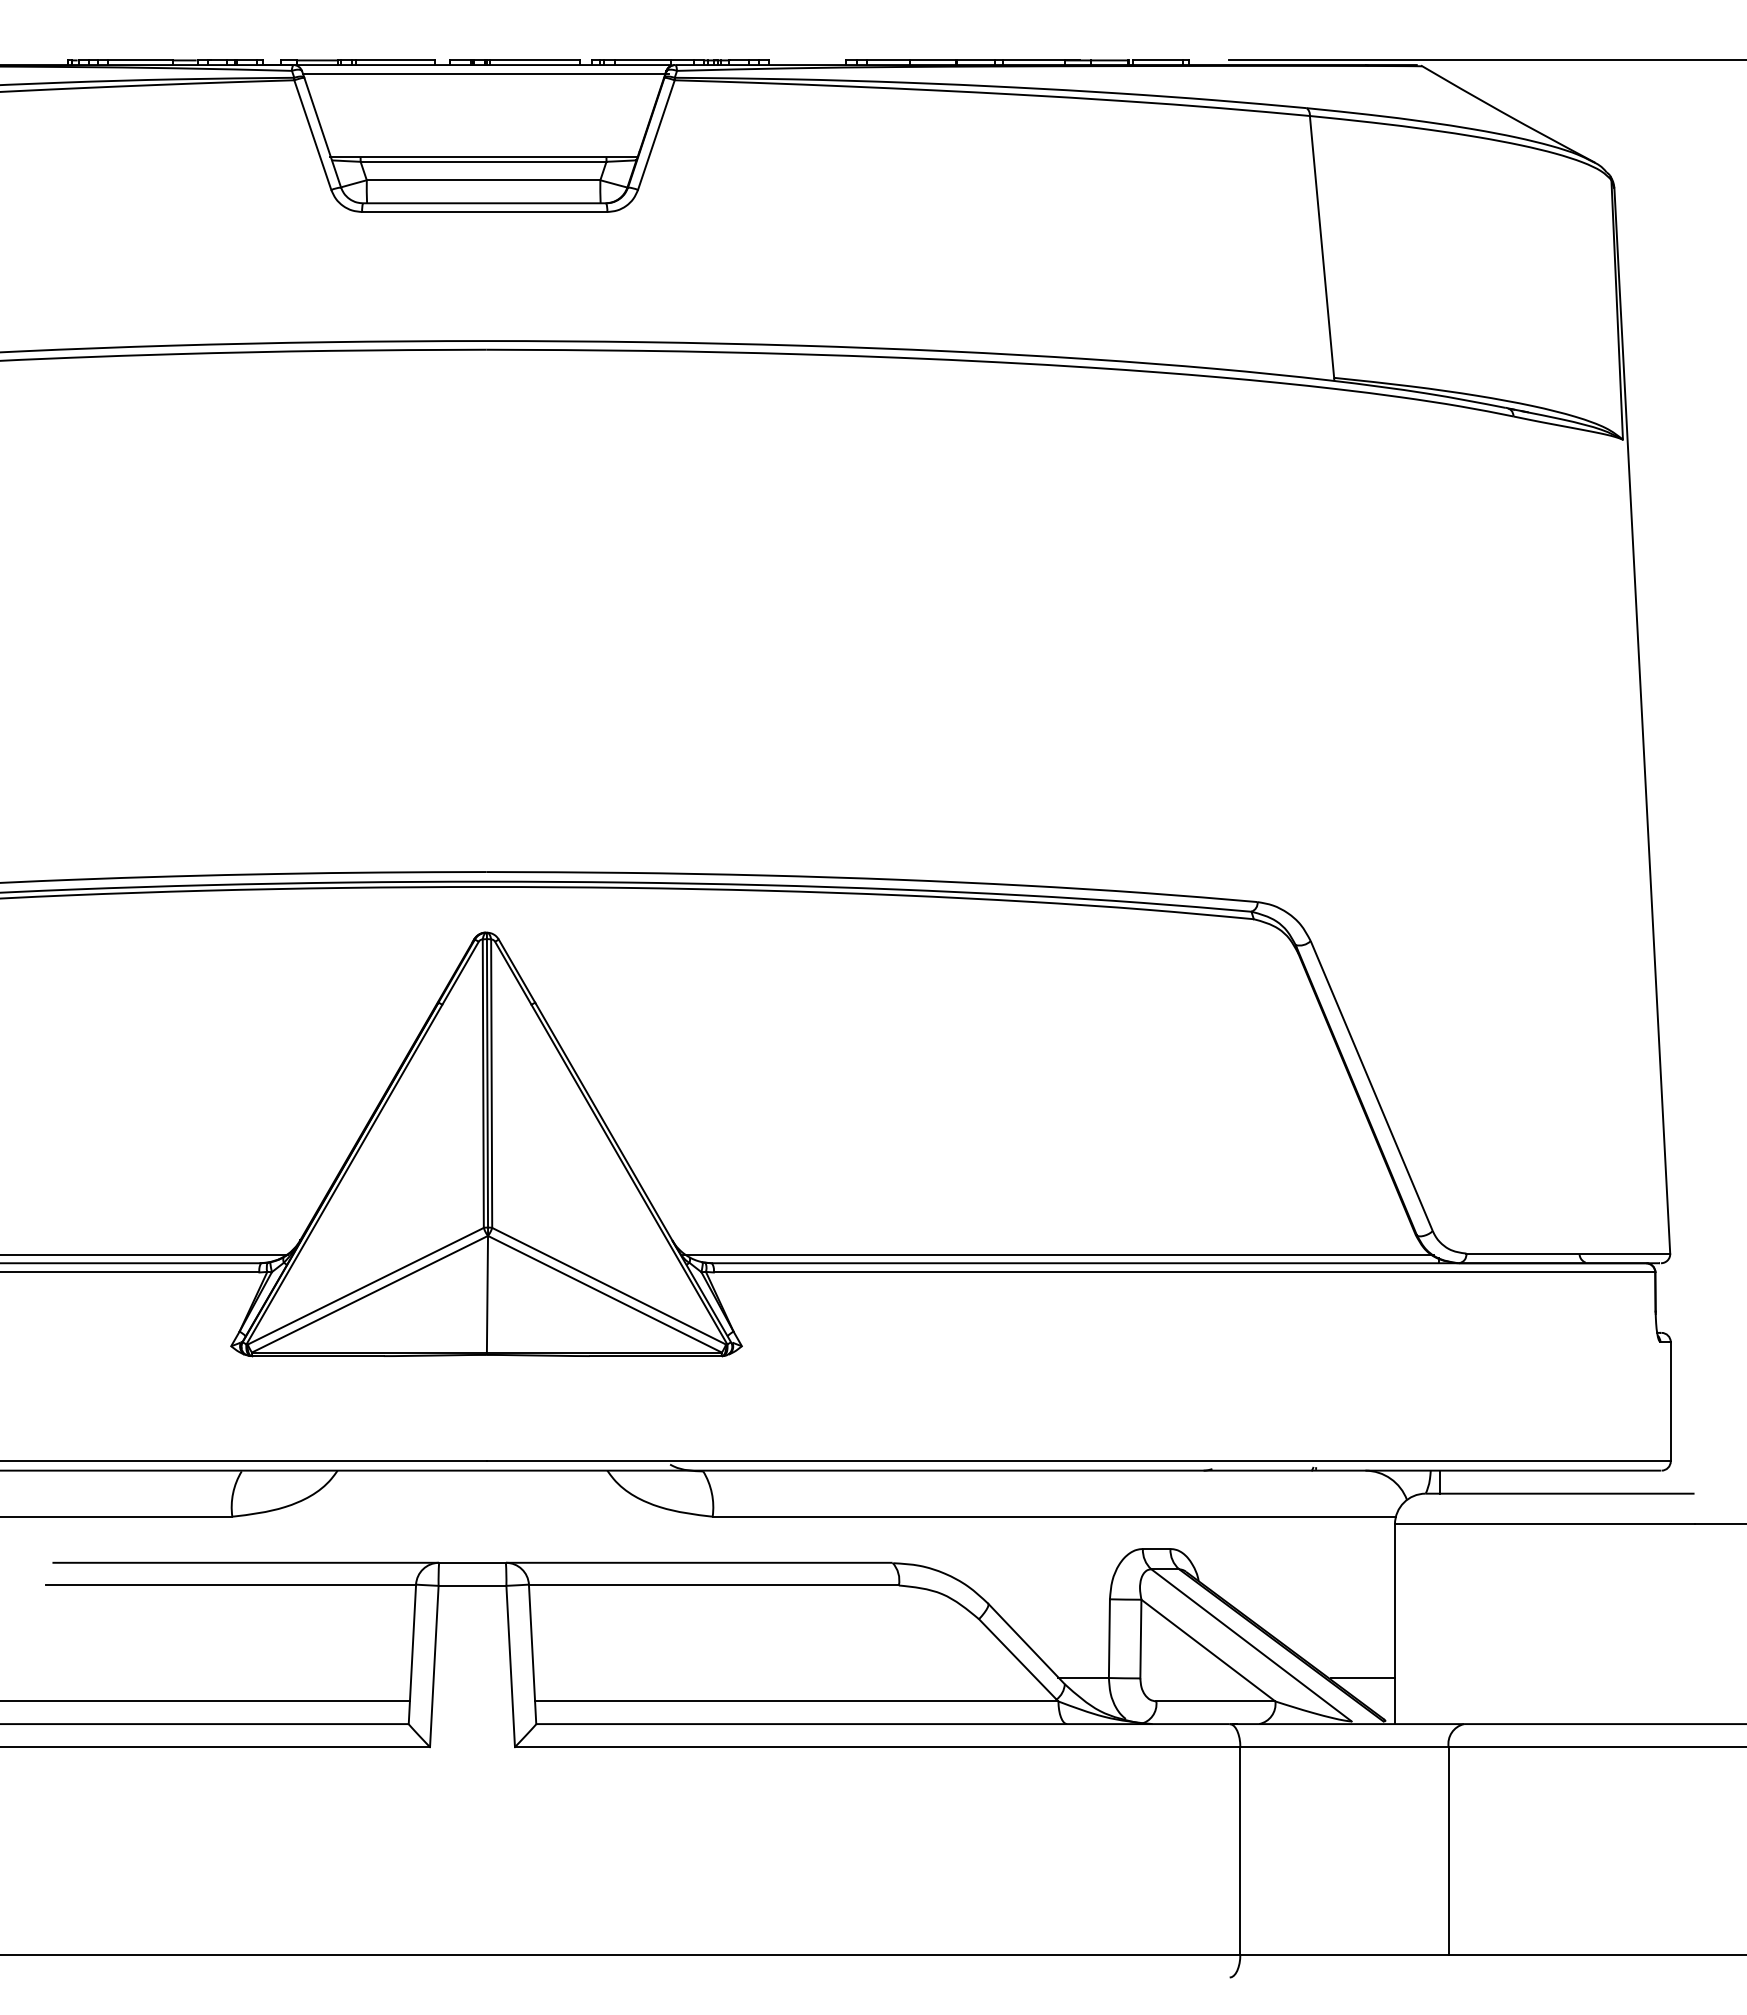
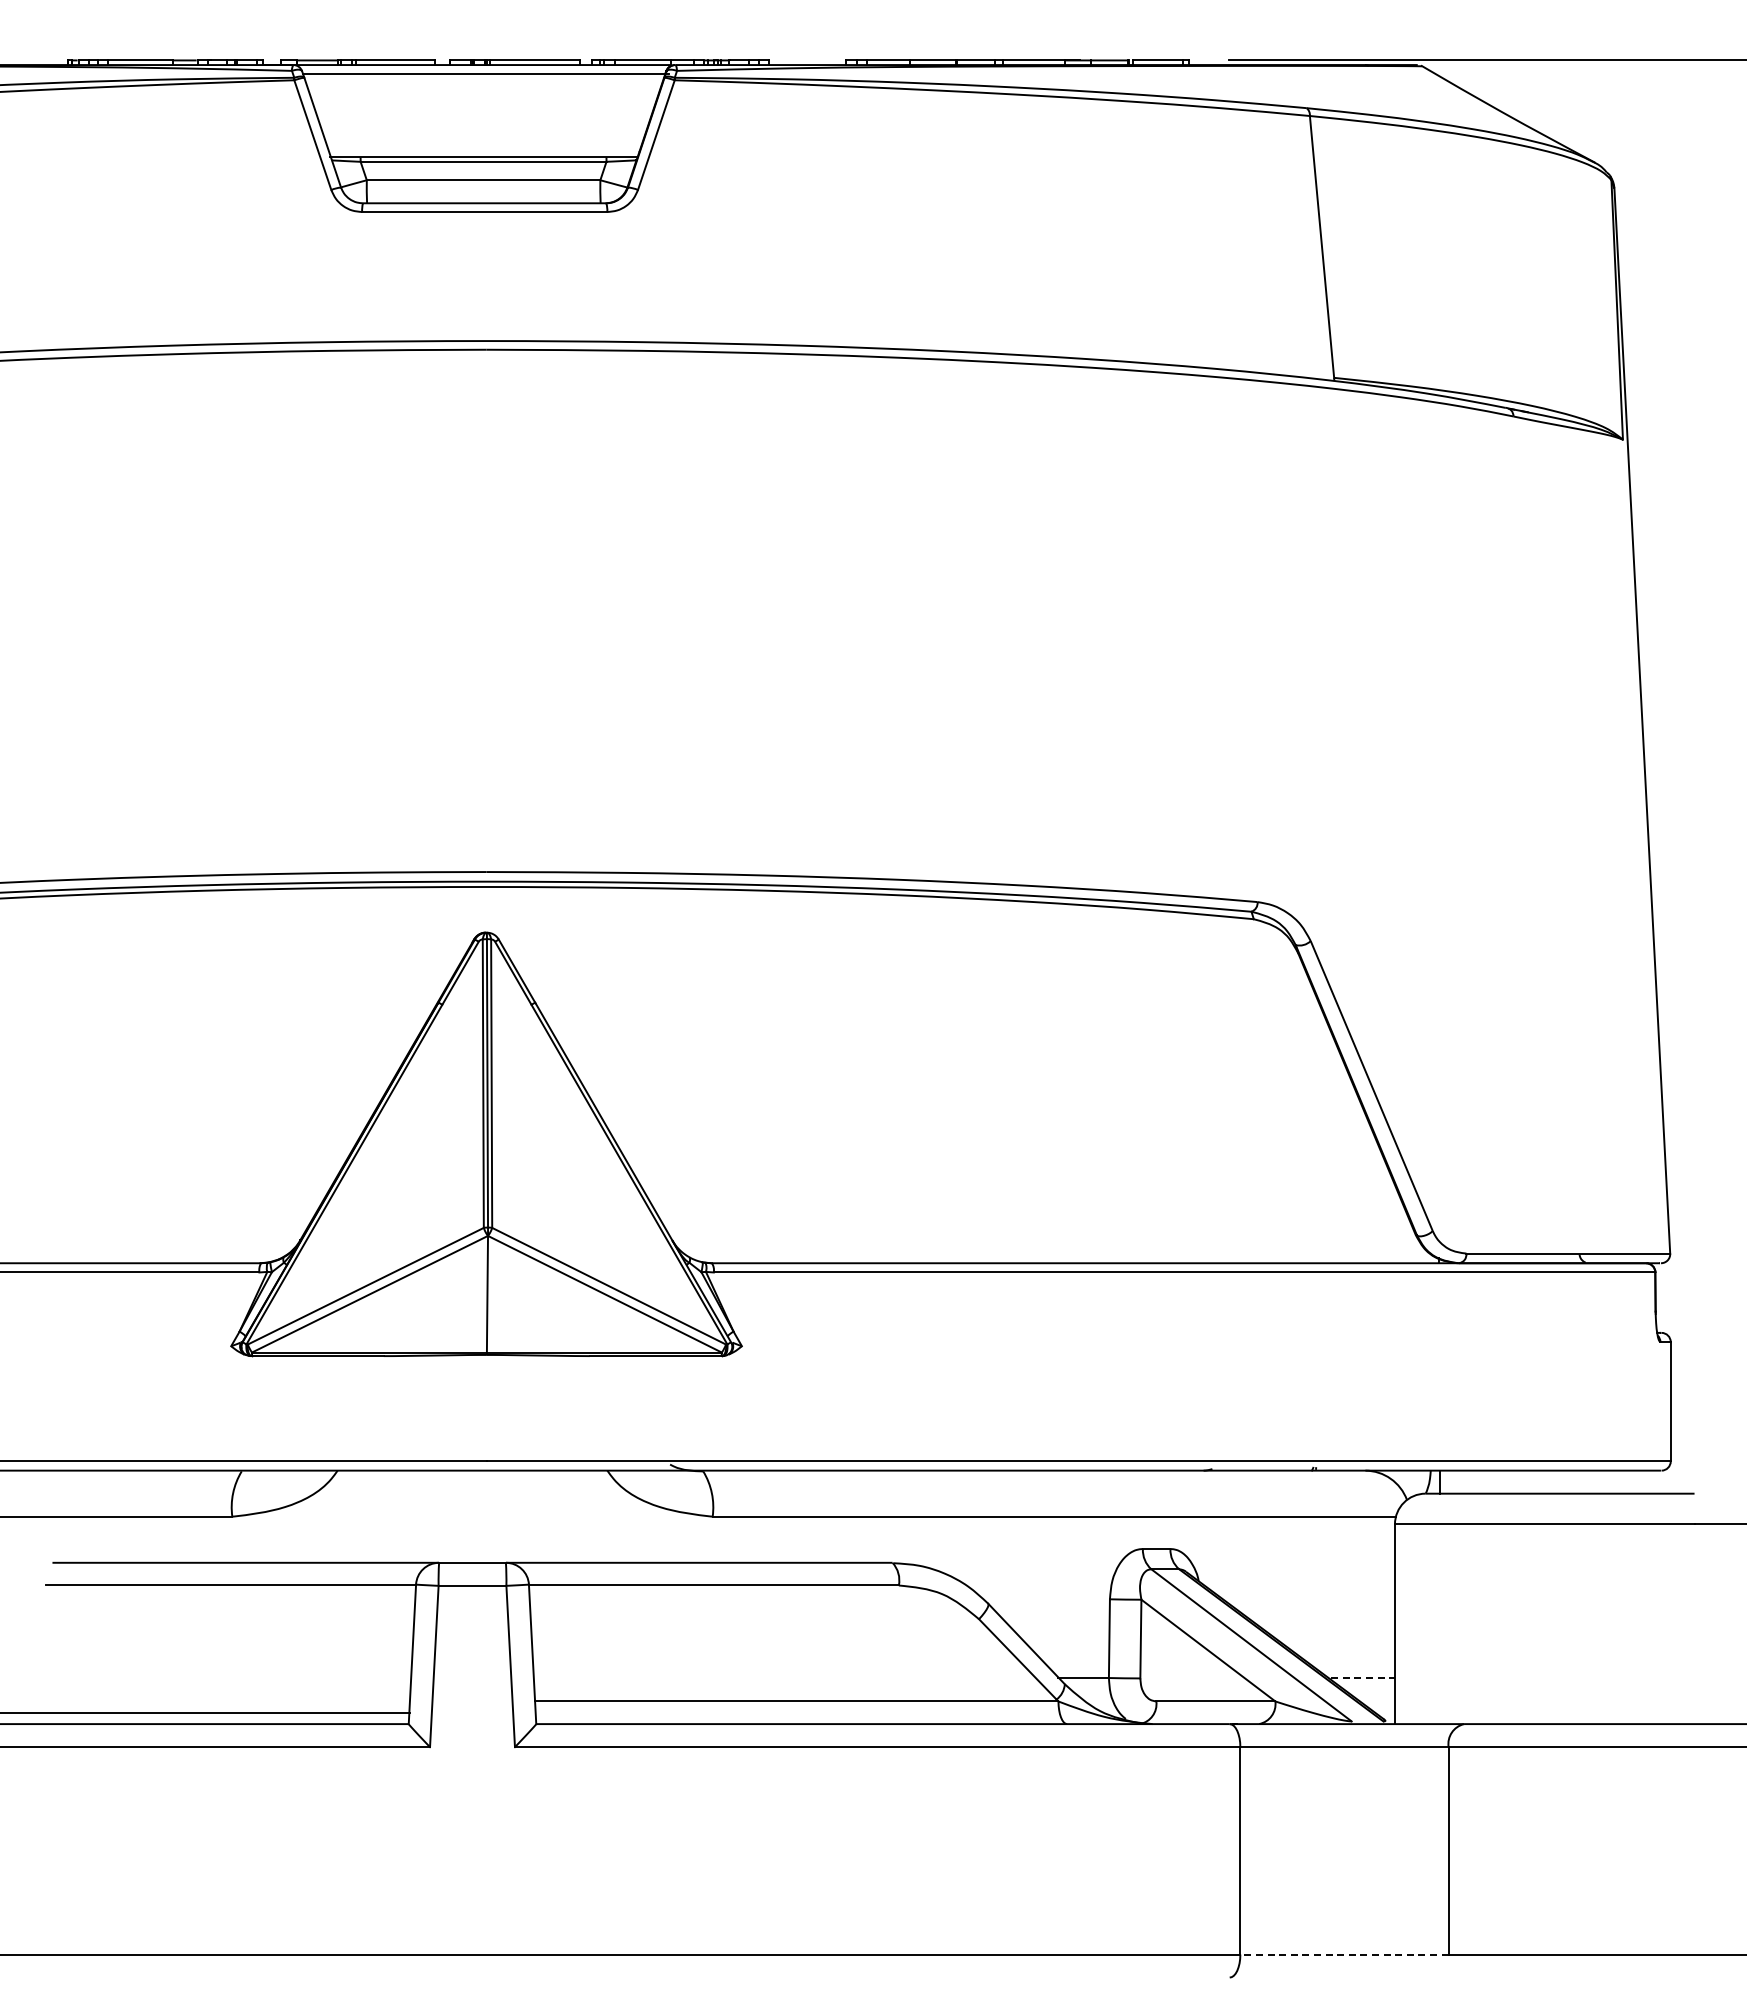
line at (145, 1254): present -> none
line at (1058, 1254): present -> none
line at (1363, 1678): solid -> dashed
line at (205, 1701) position: (205, 1701) -> (205, 1713)
line at (1344, 1954): solid -> dashed
